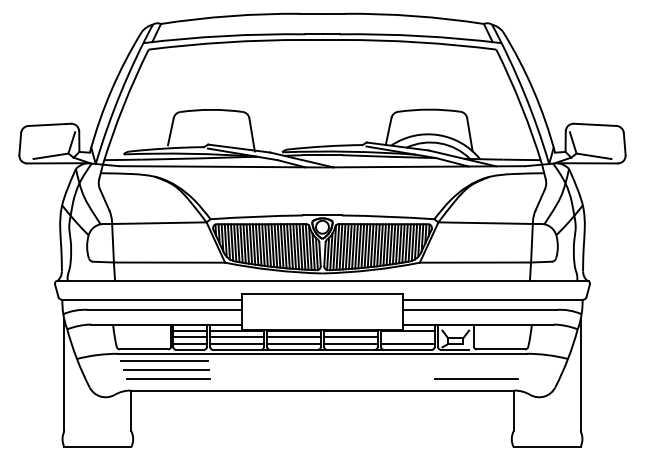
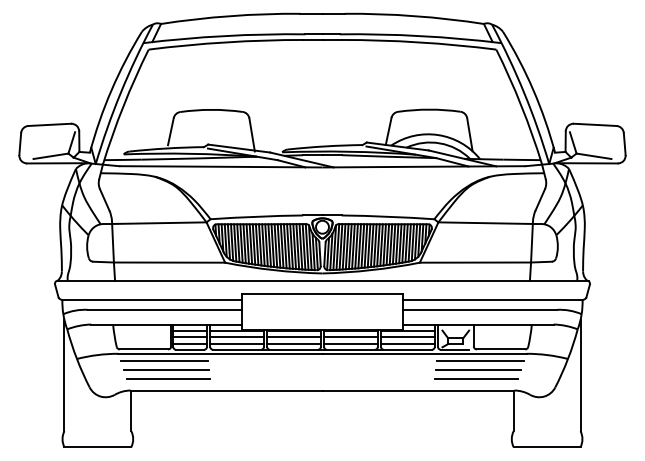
line at (407, 337): none -> present
line at (480, 360): none -> present
line at (478, 369): none -> present
